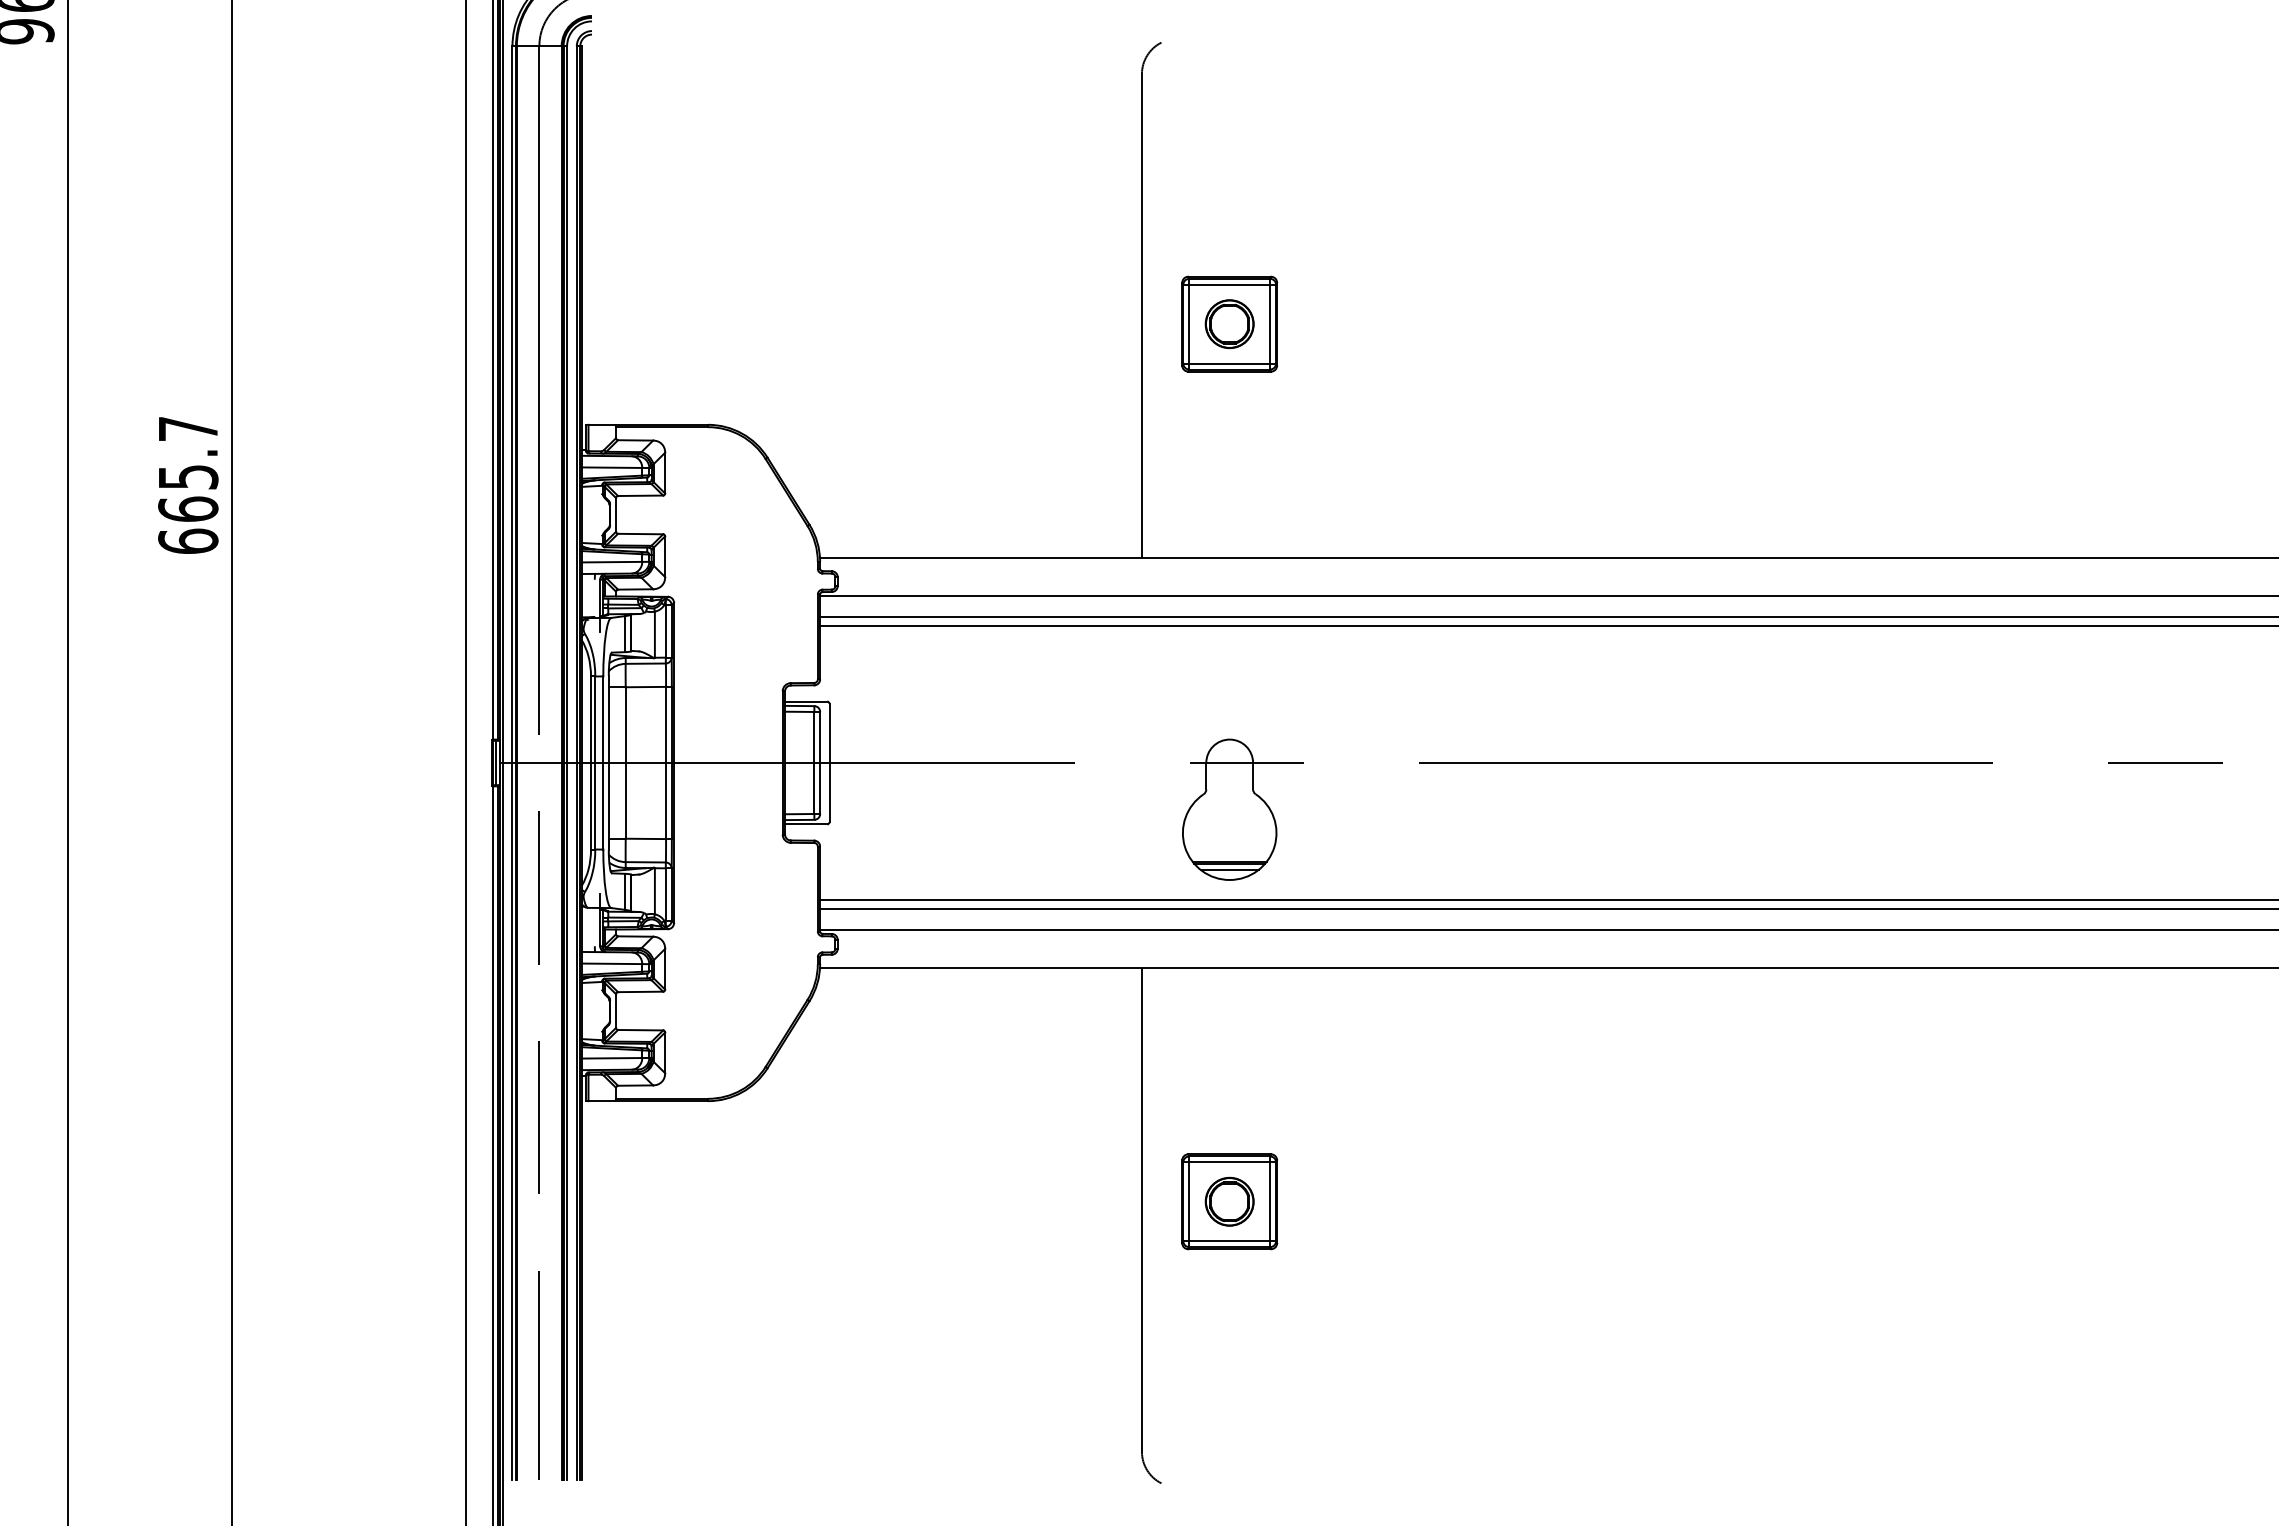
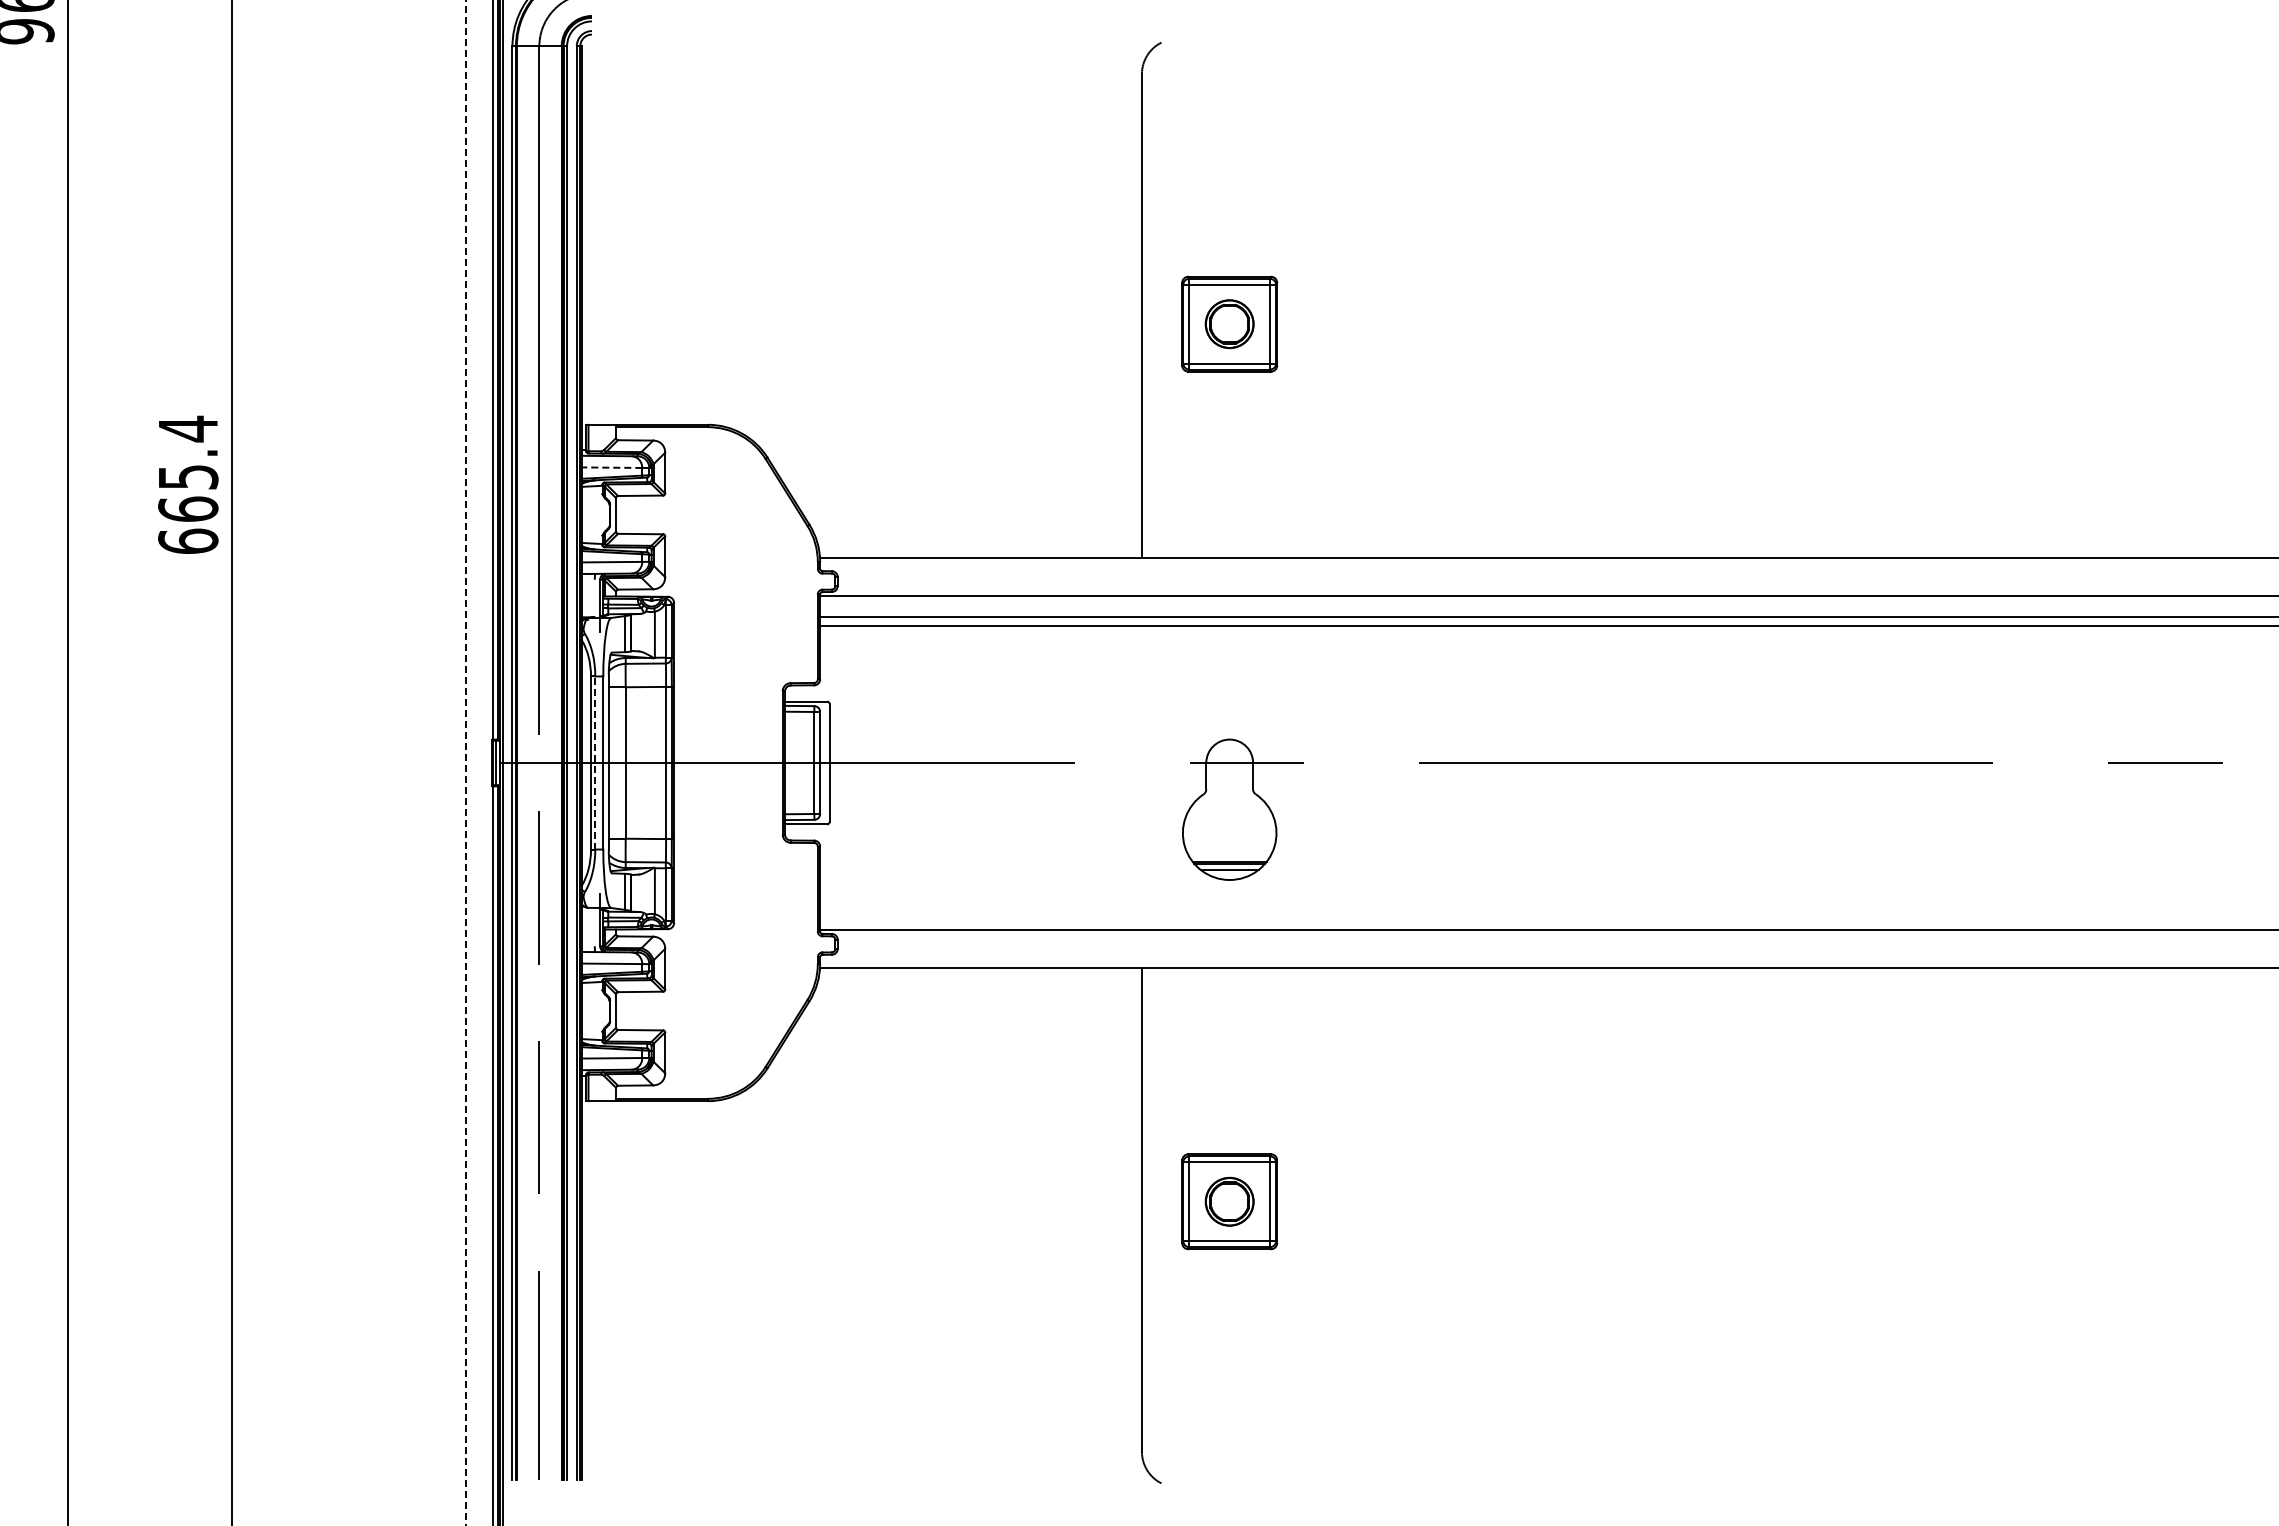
text at (188, 428): 665.7 -> 665.4
line at (611, 467): solid -> dashed
line at (466, 763): solid -> dashed
line at (595, 763): solid -> dashed
line at (1547, 899): present -> none
line at (1547, 909): present -> none
